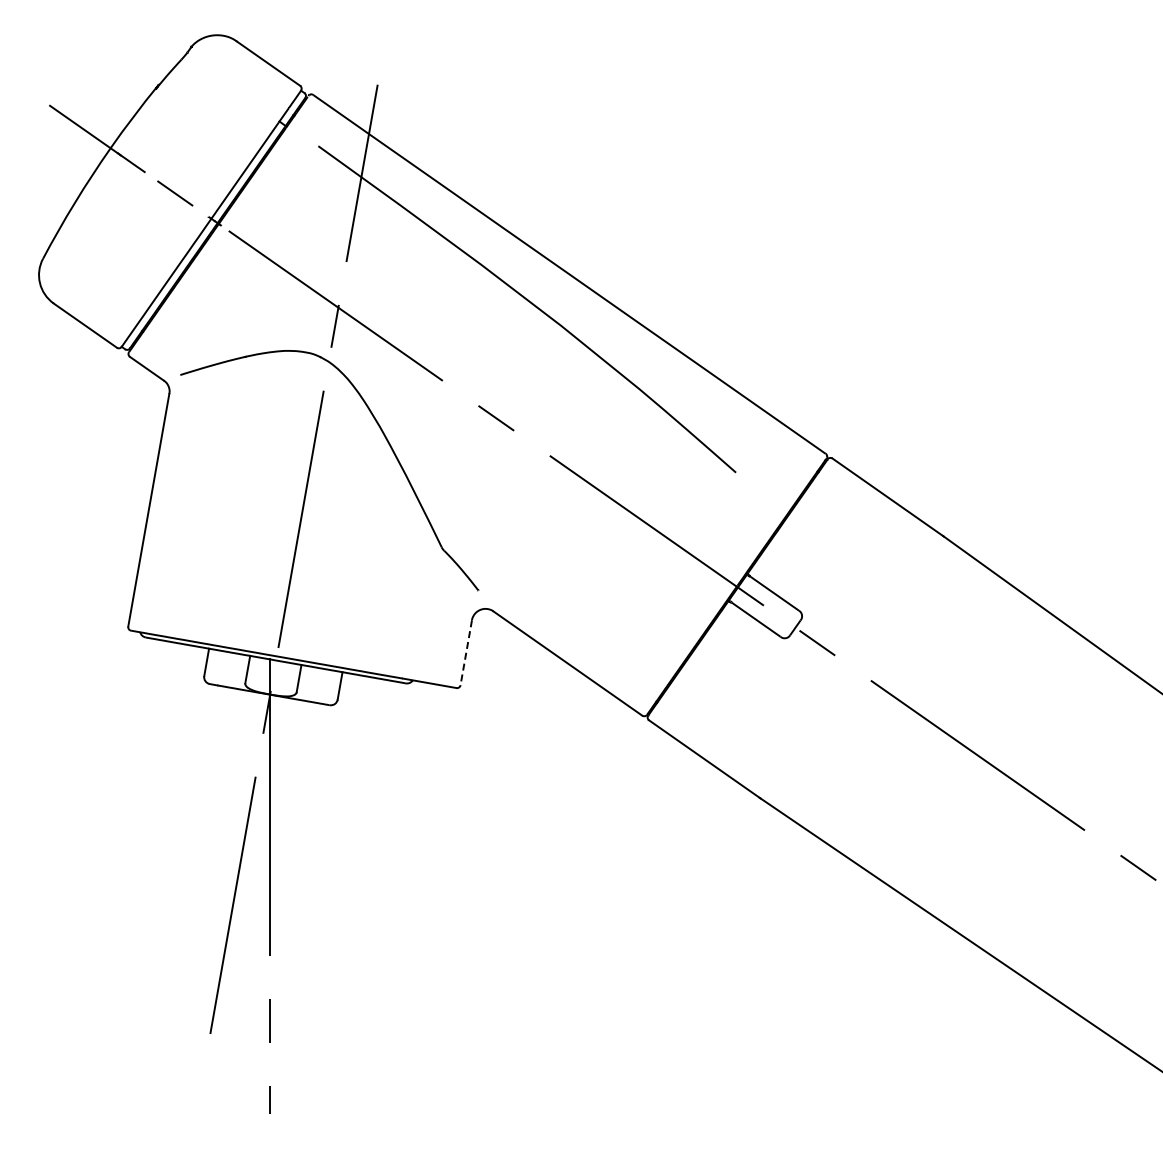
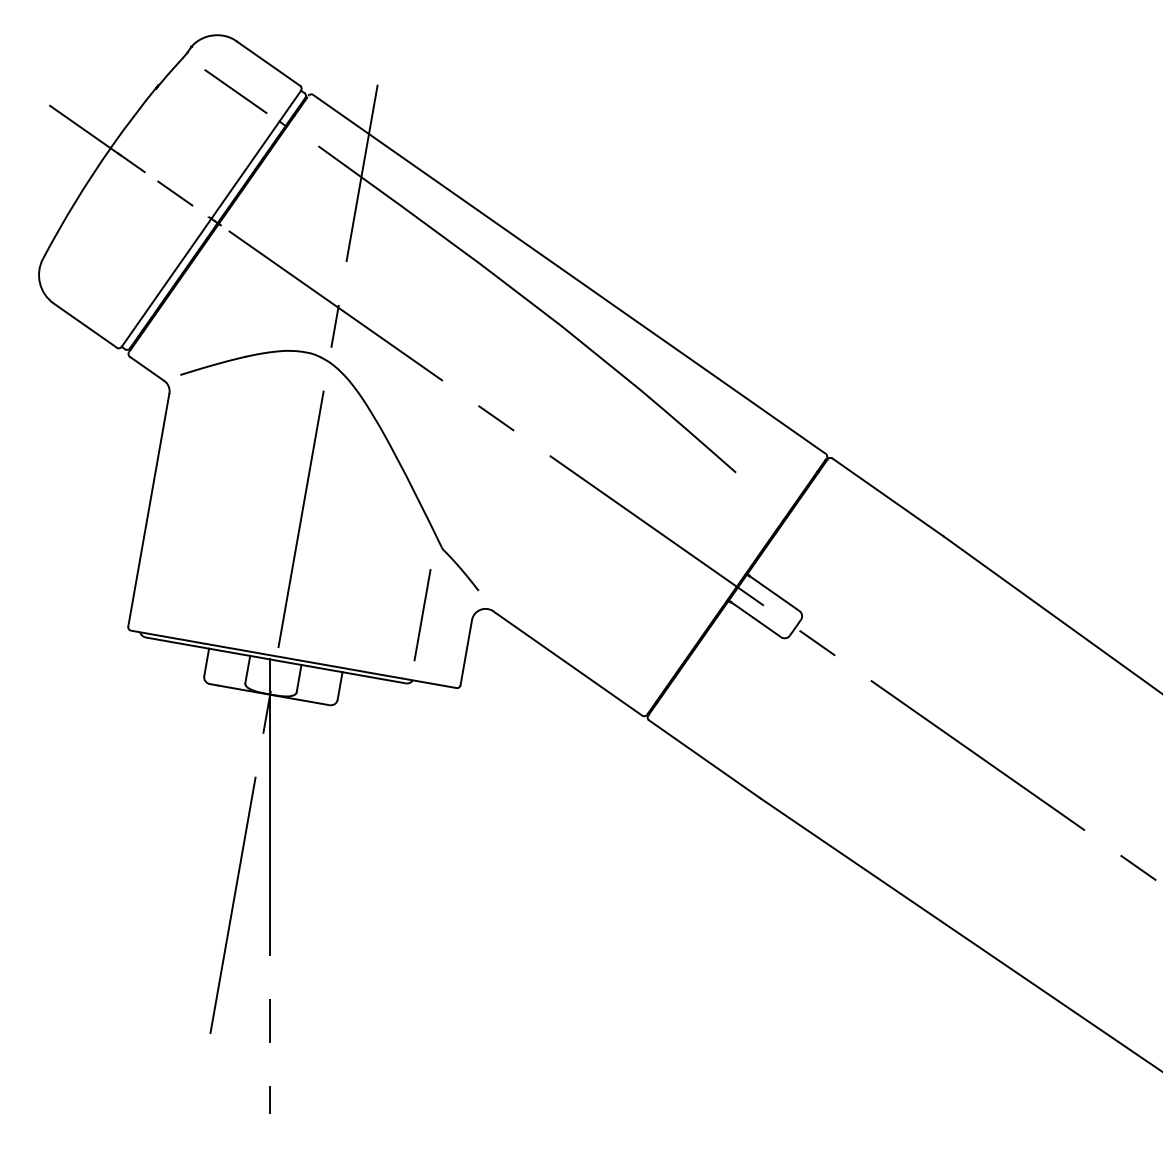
line at (235, 91): none -> present
line at (422, 615): none -> present
line at (466, 653): dashed -> solid
